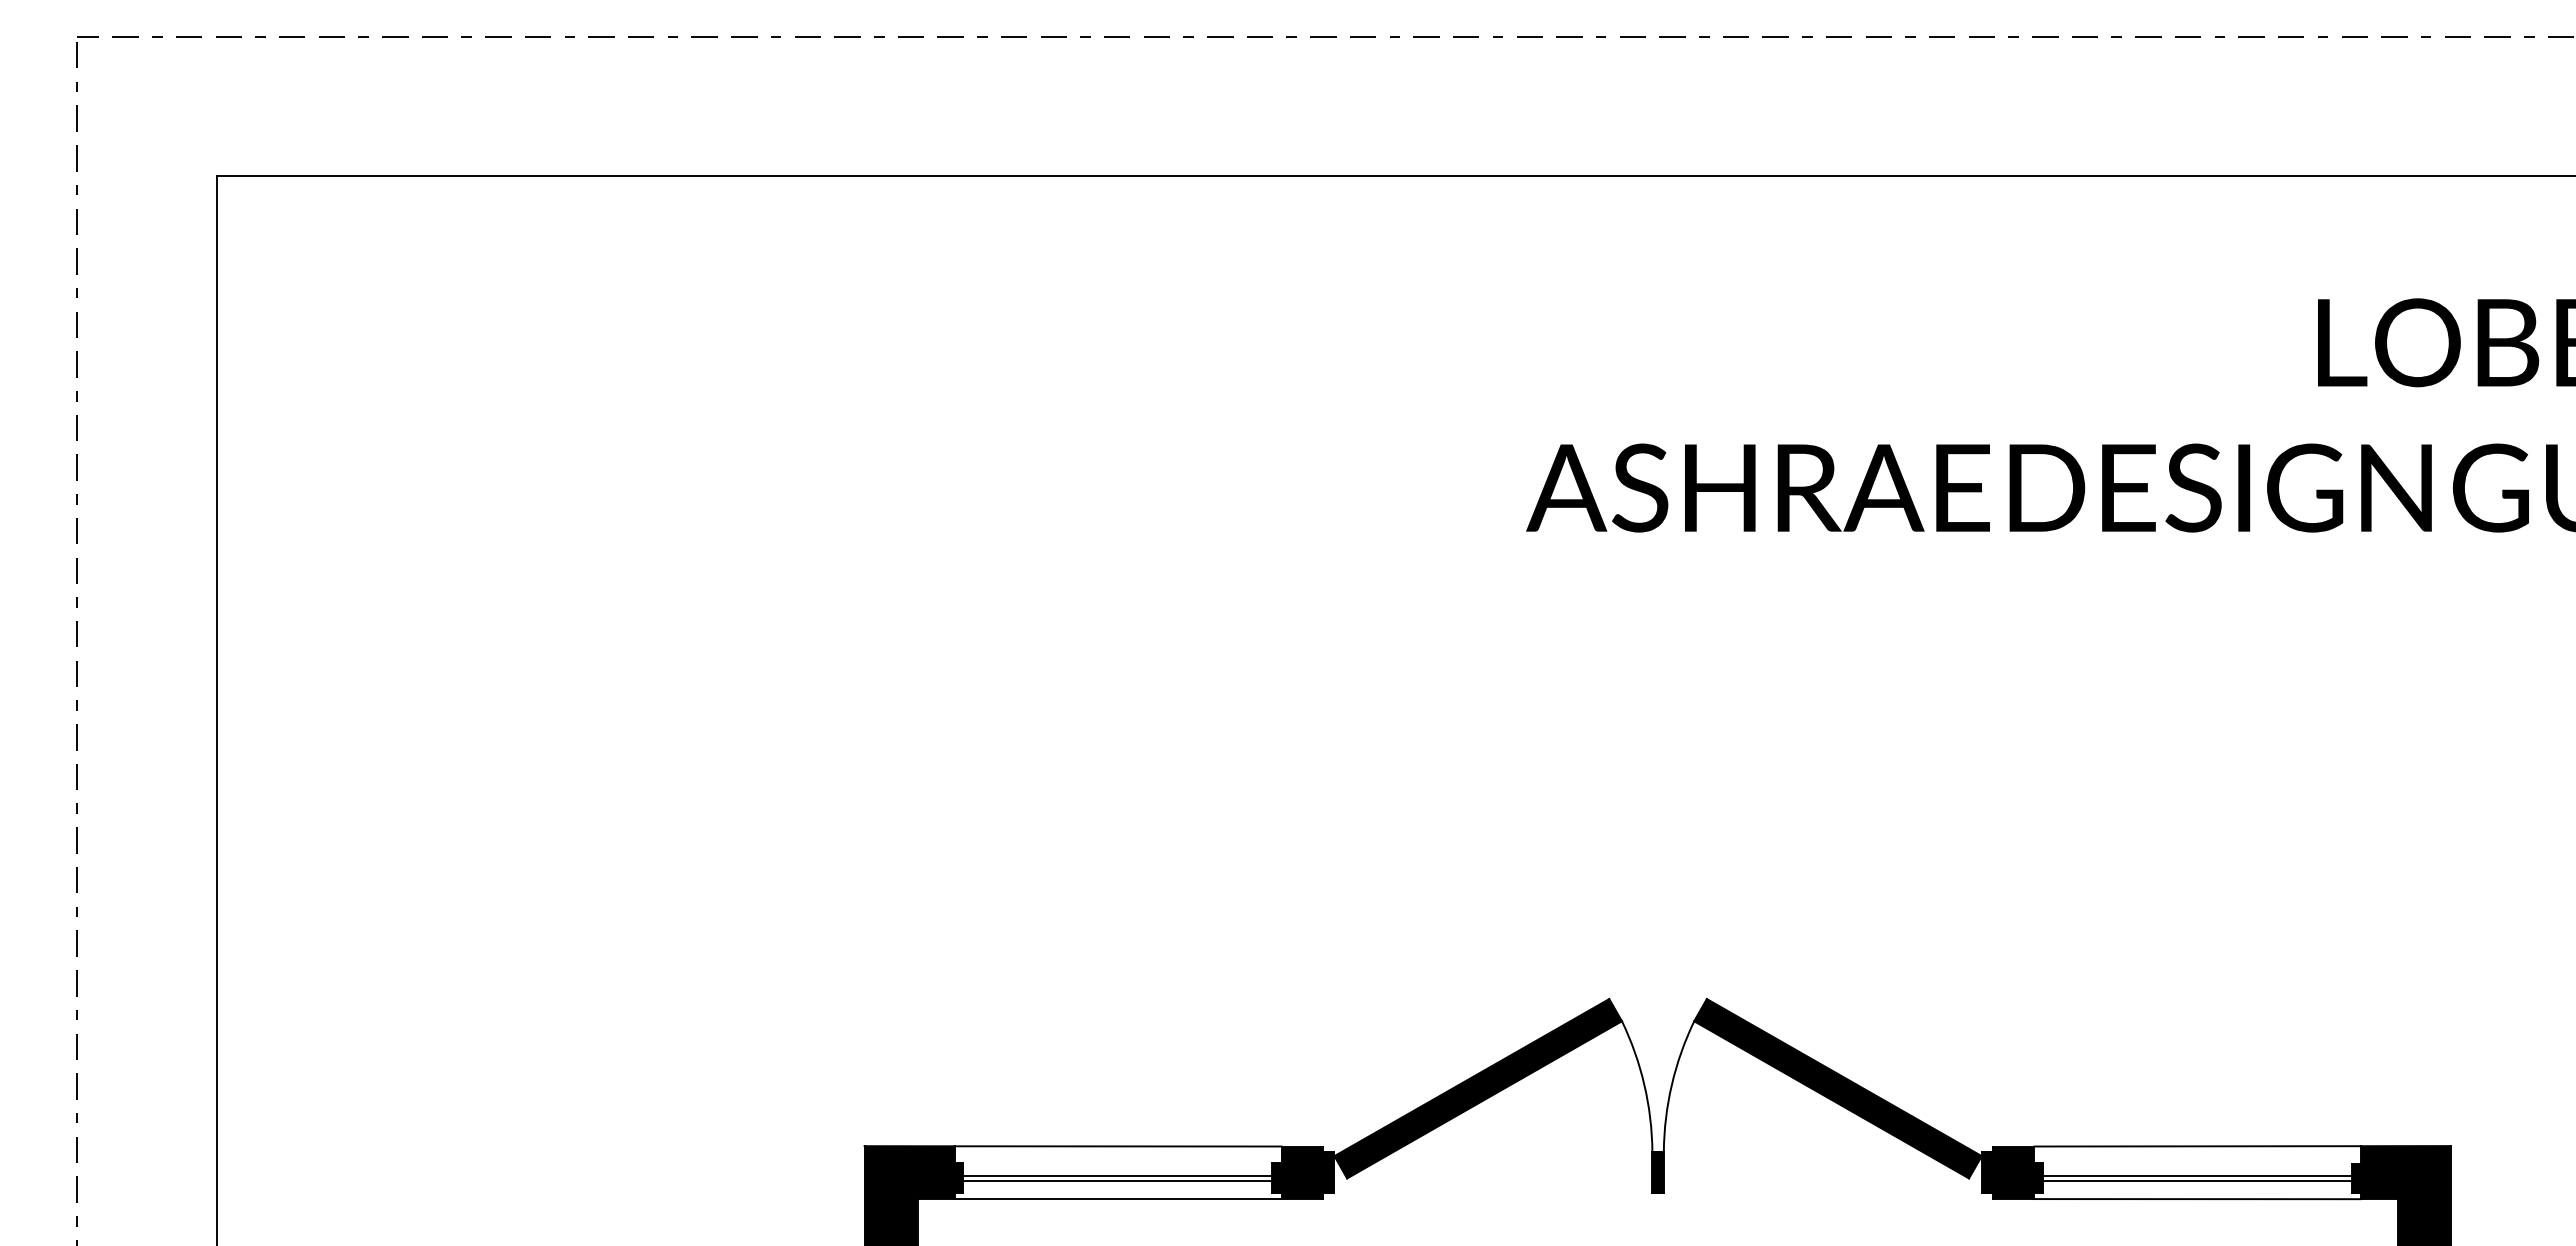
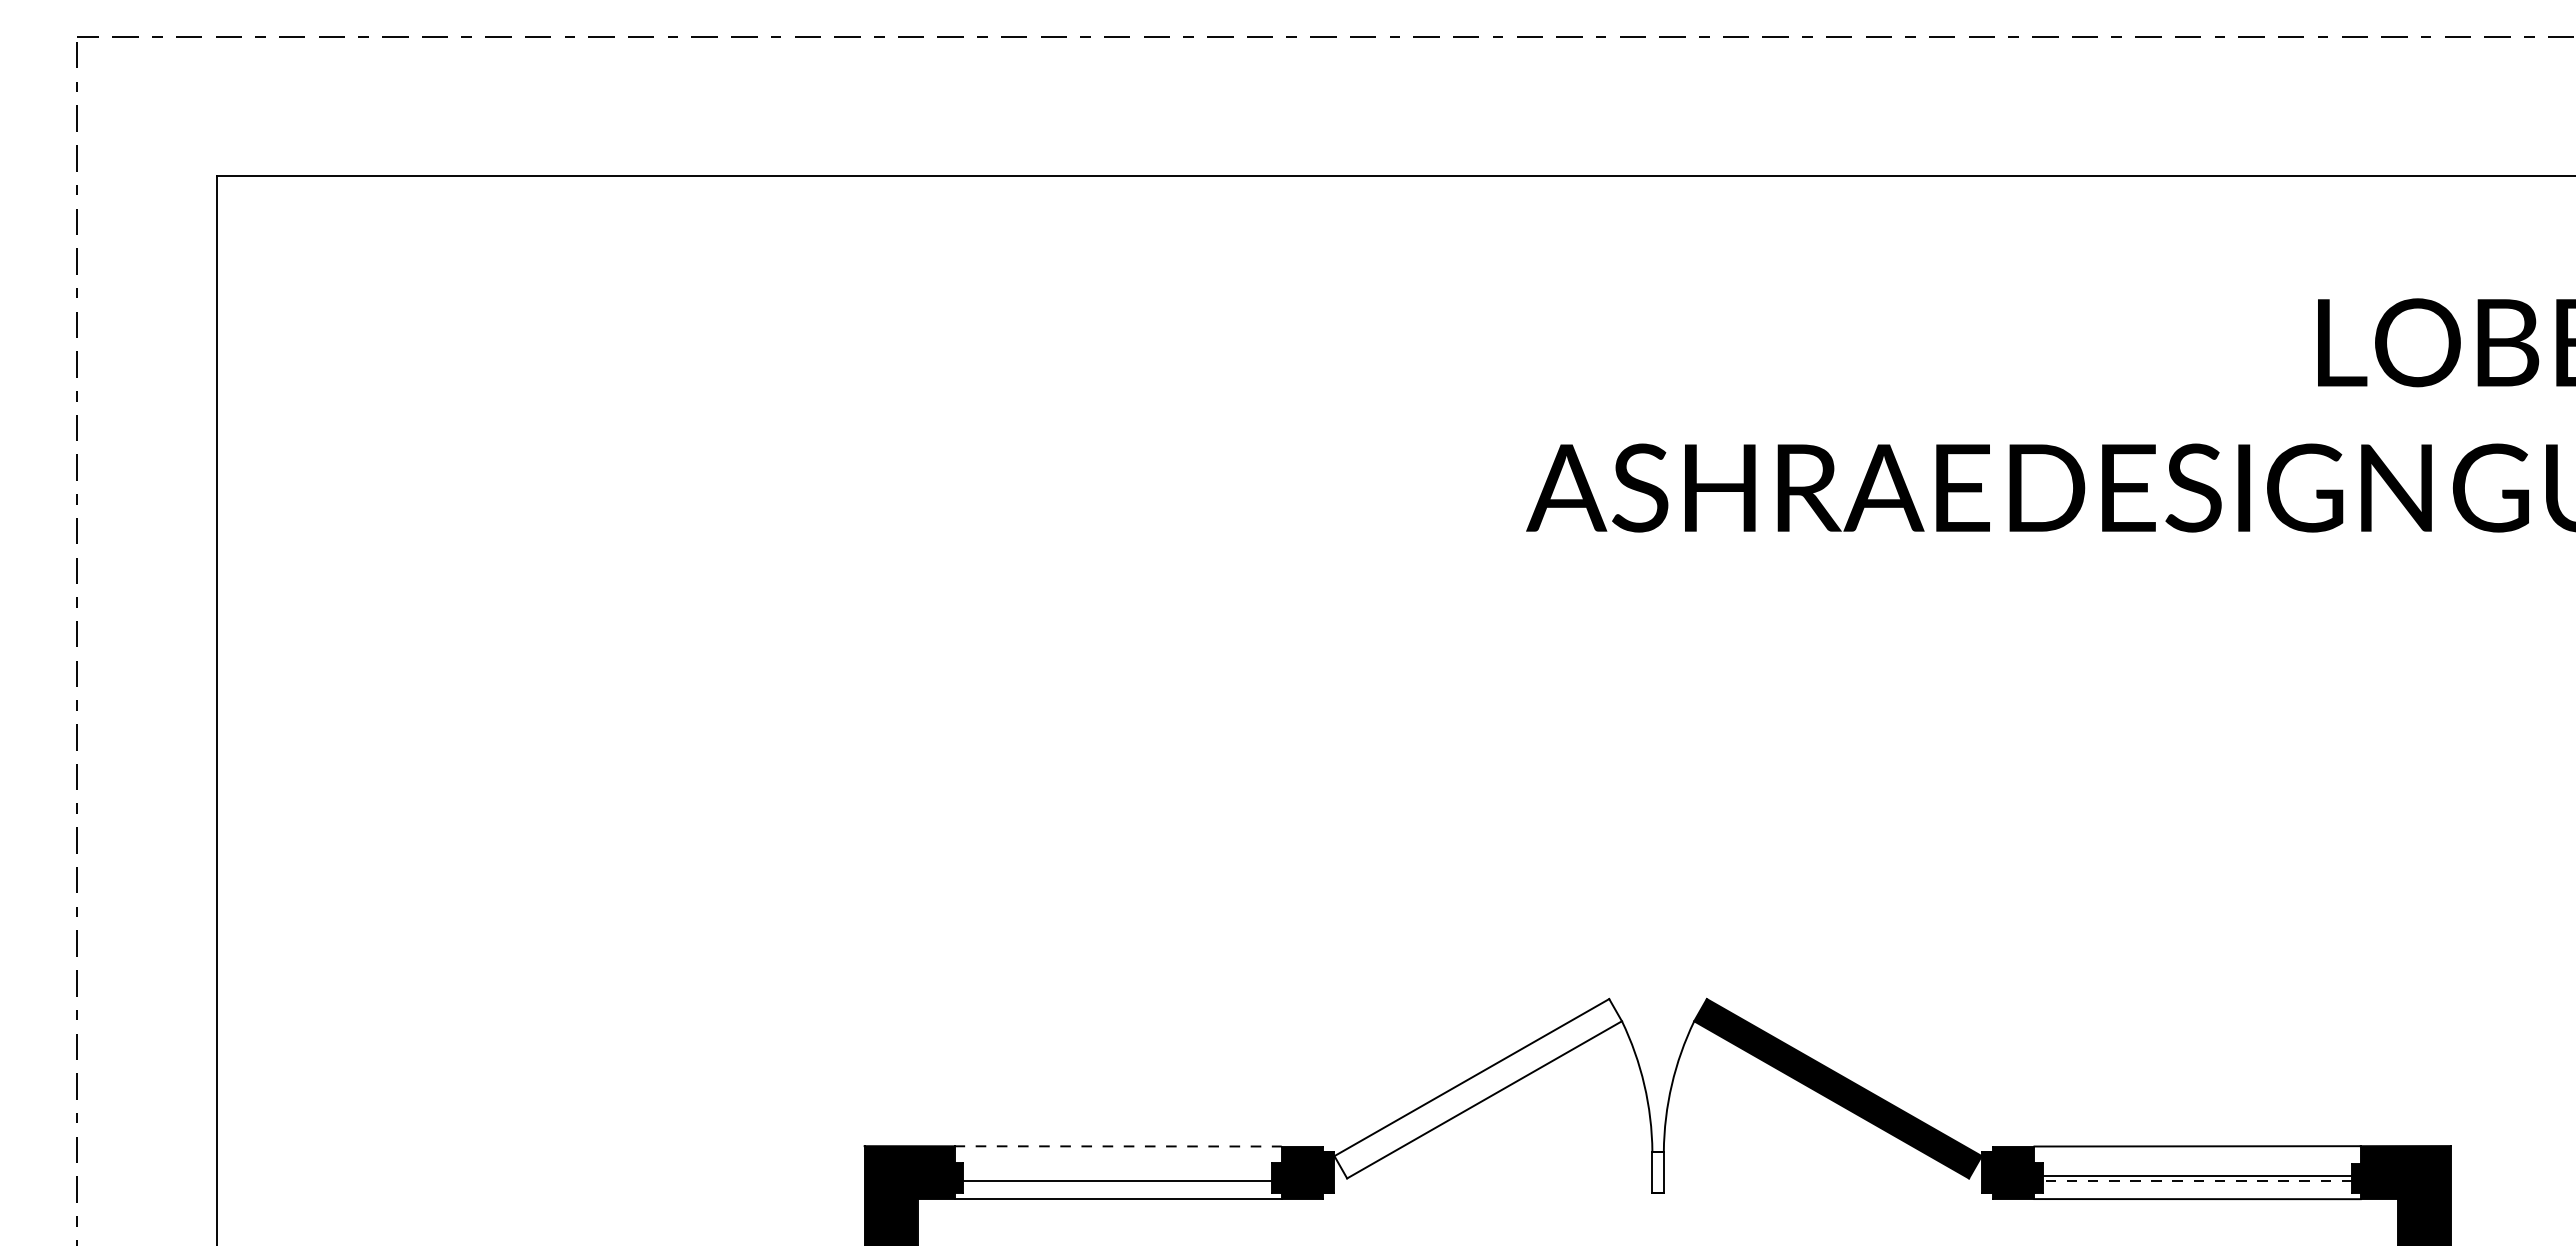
fill at (1477, 1088): present -> none
line at (1118, 1146): solid -> dashed
fill at (1657, 1171): present -> none
line at (1117, 1176): present -> none
line at (2197, 1180): solid -> dashed
